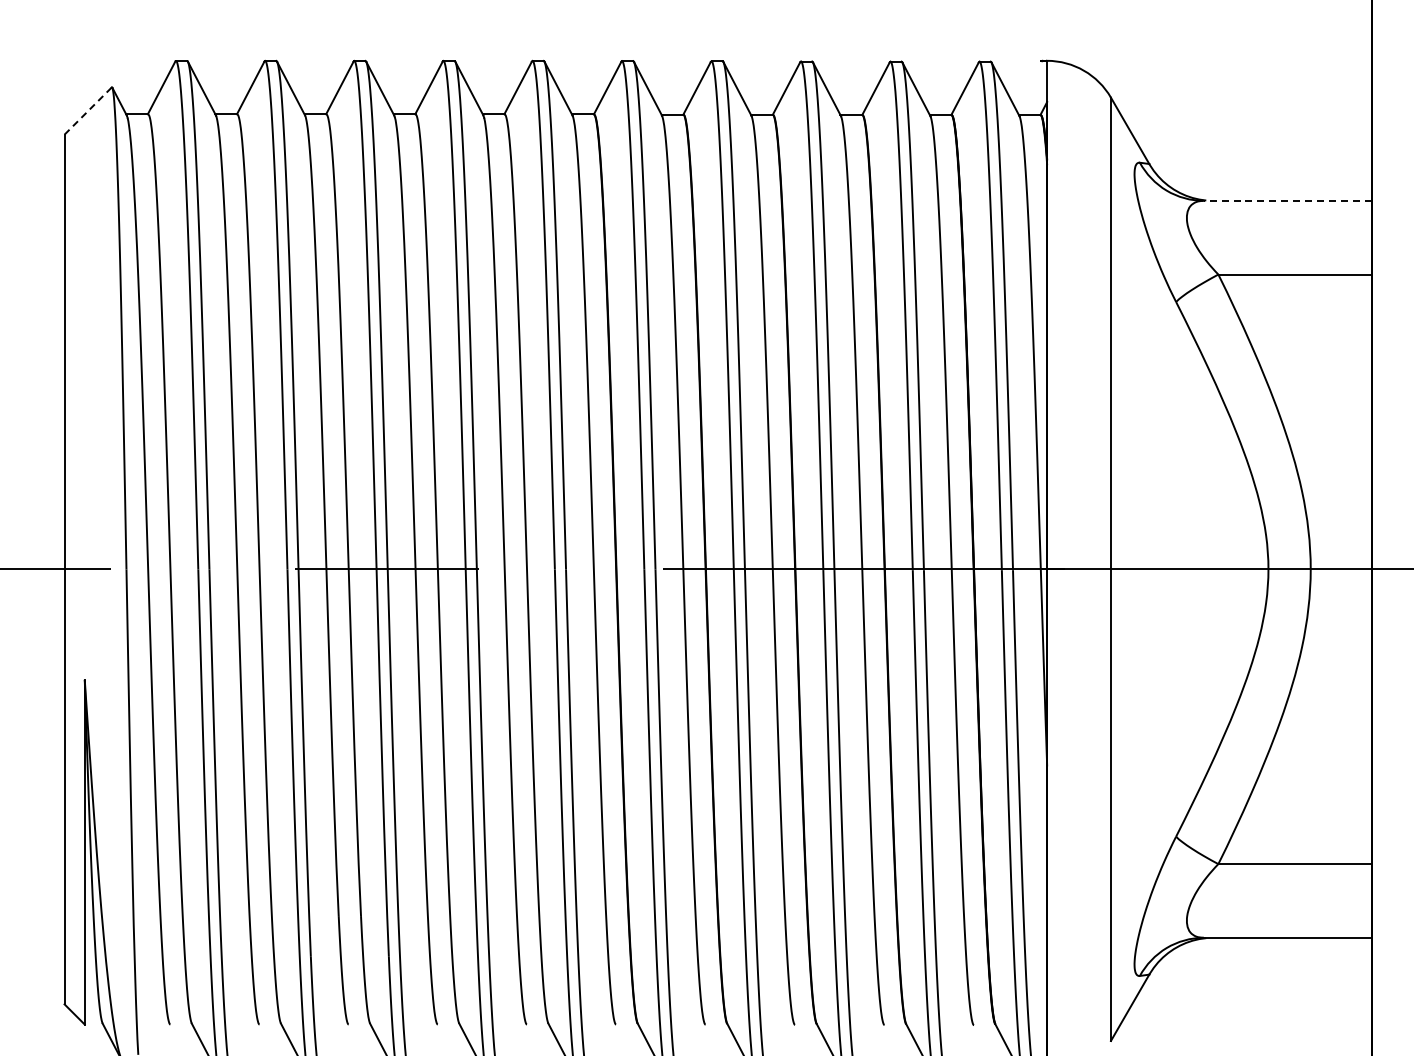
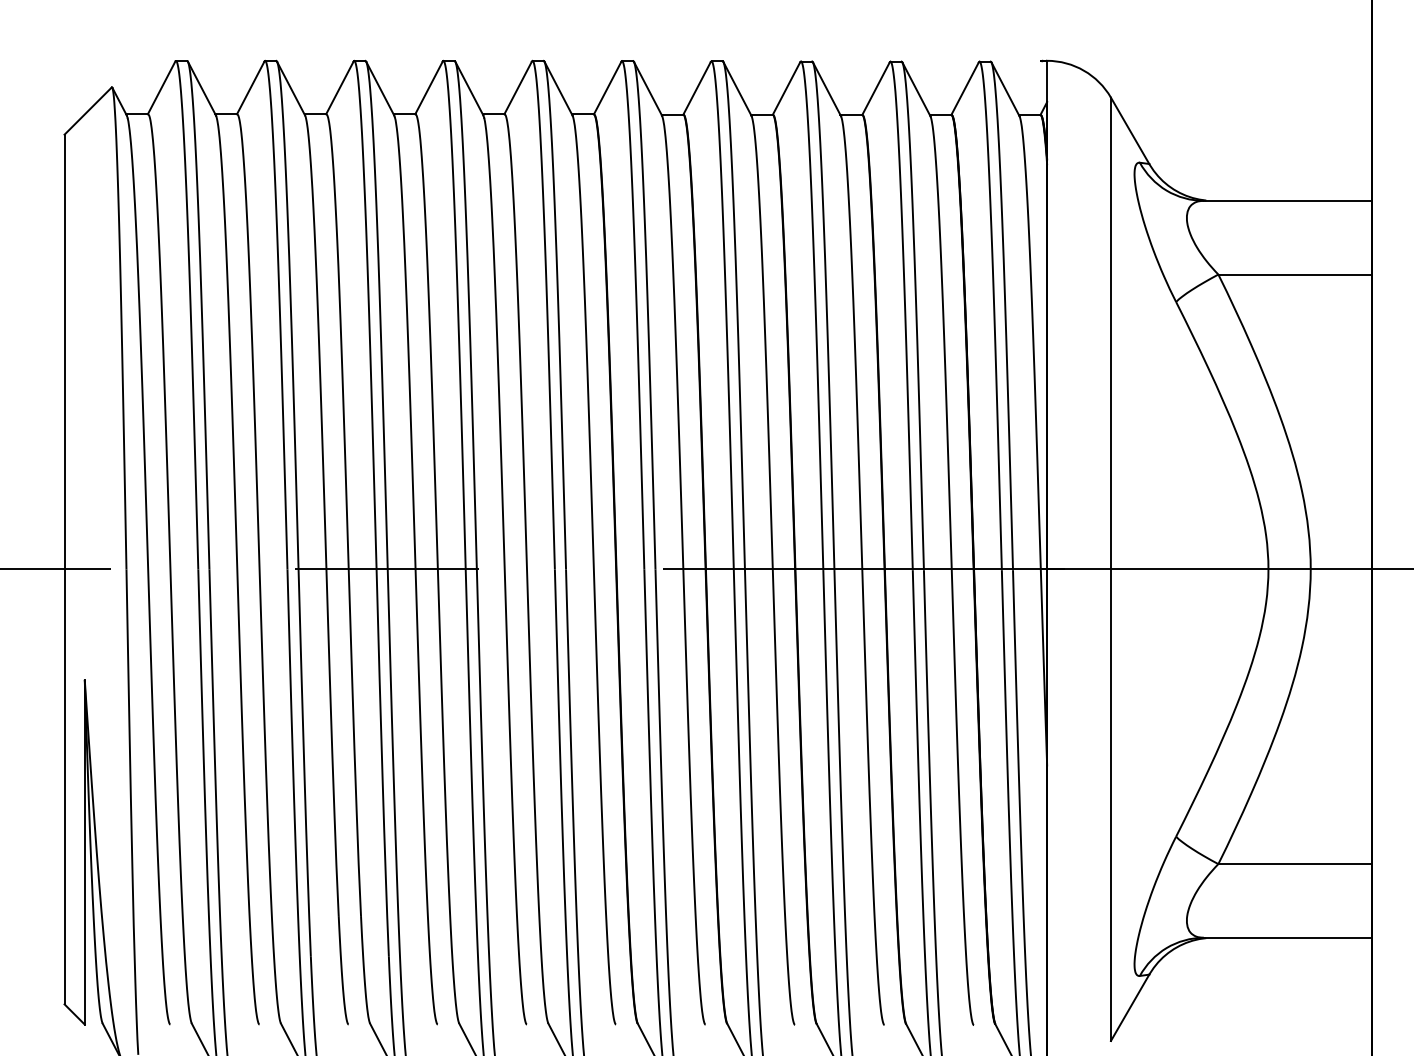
line at (88, 110): dashed -> solid
line at (1287, 200): dashed -> solid
